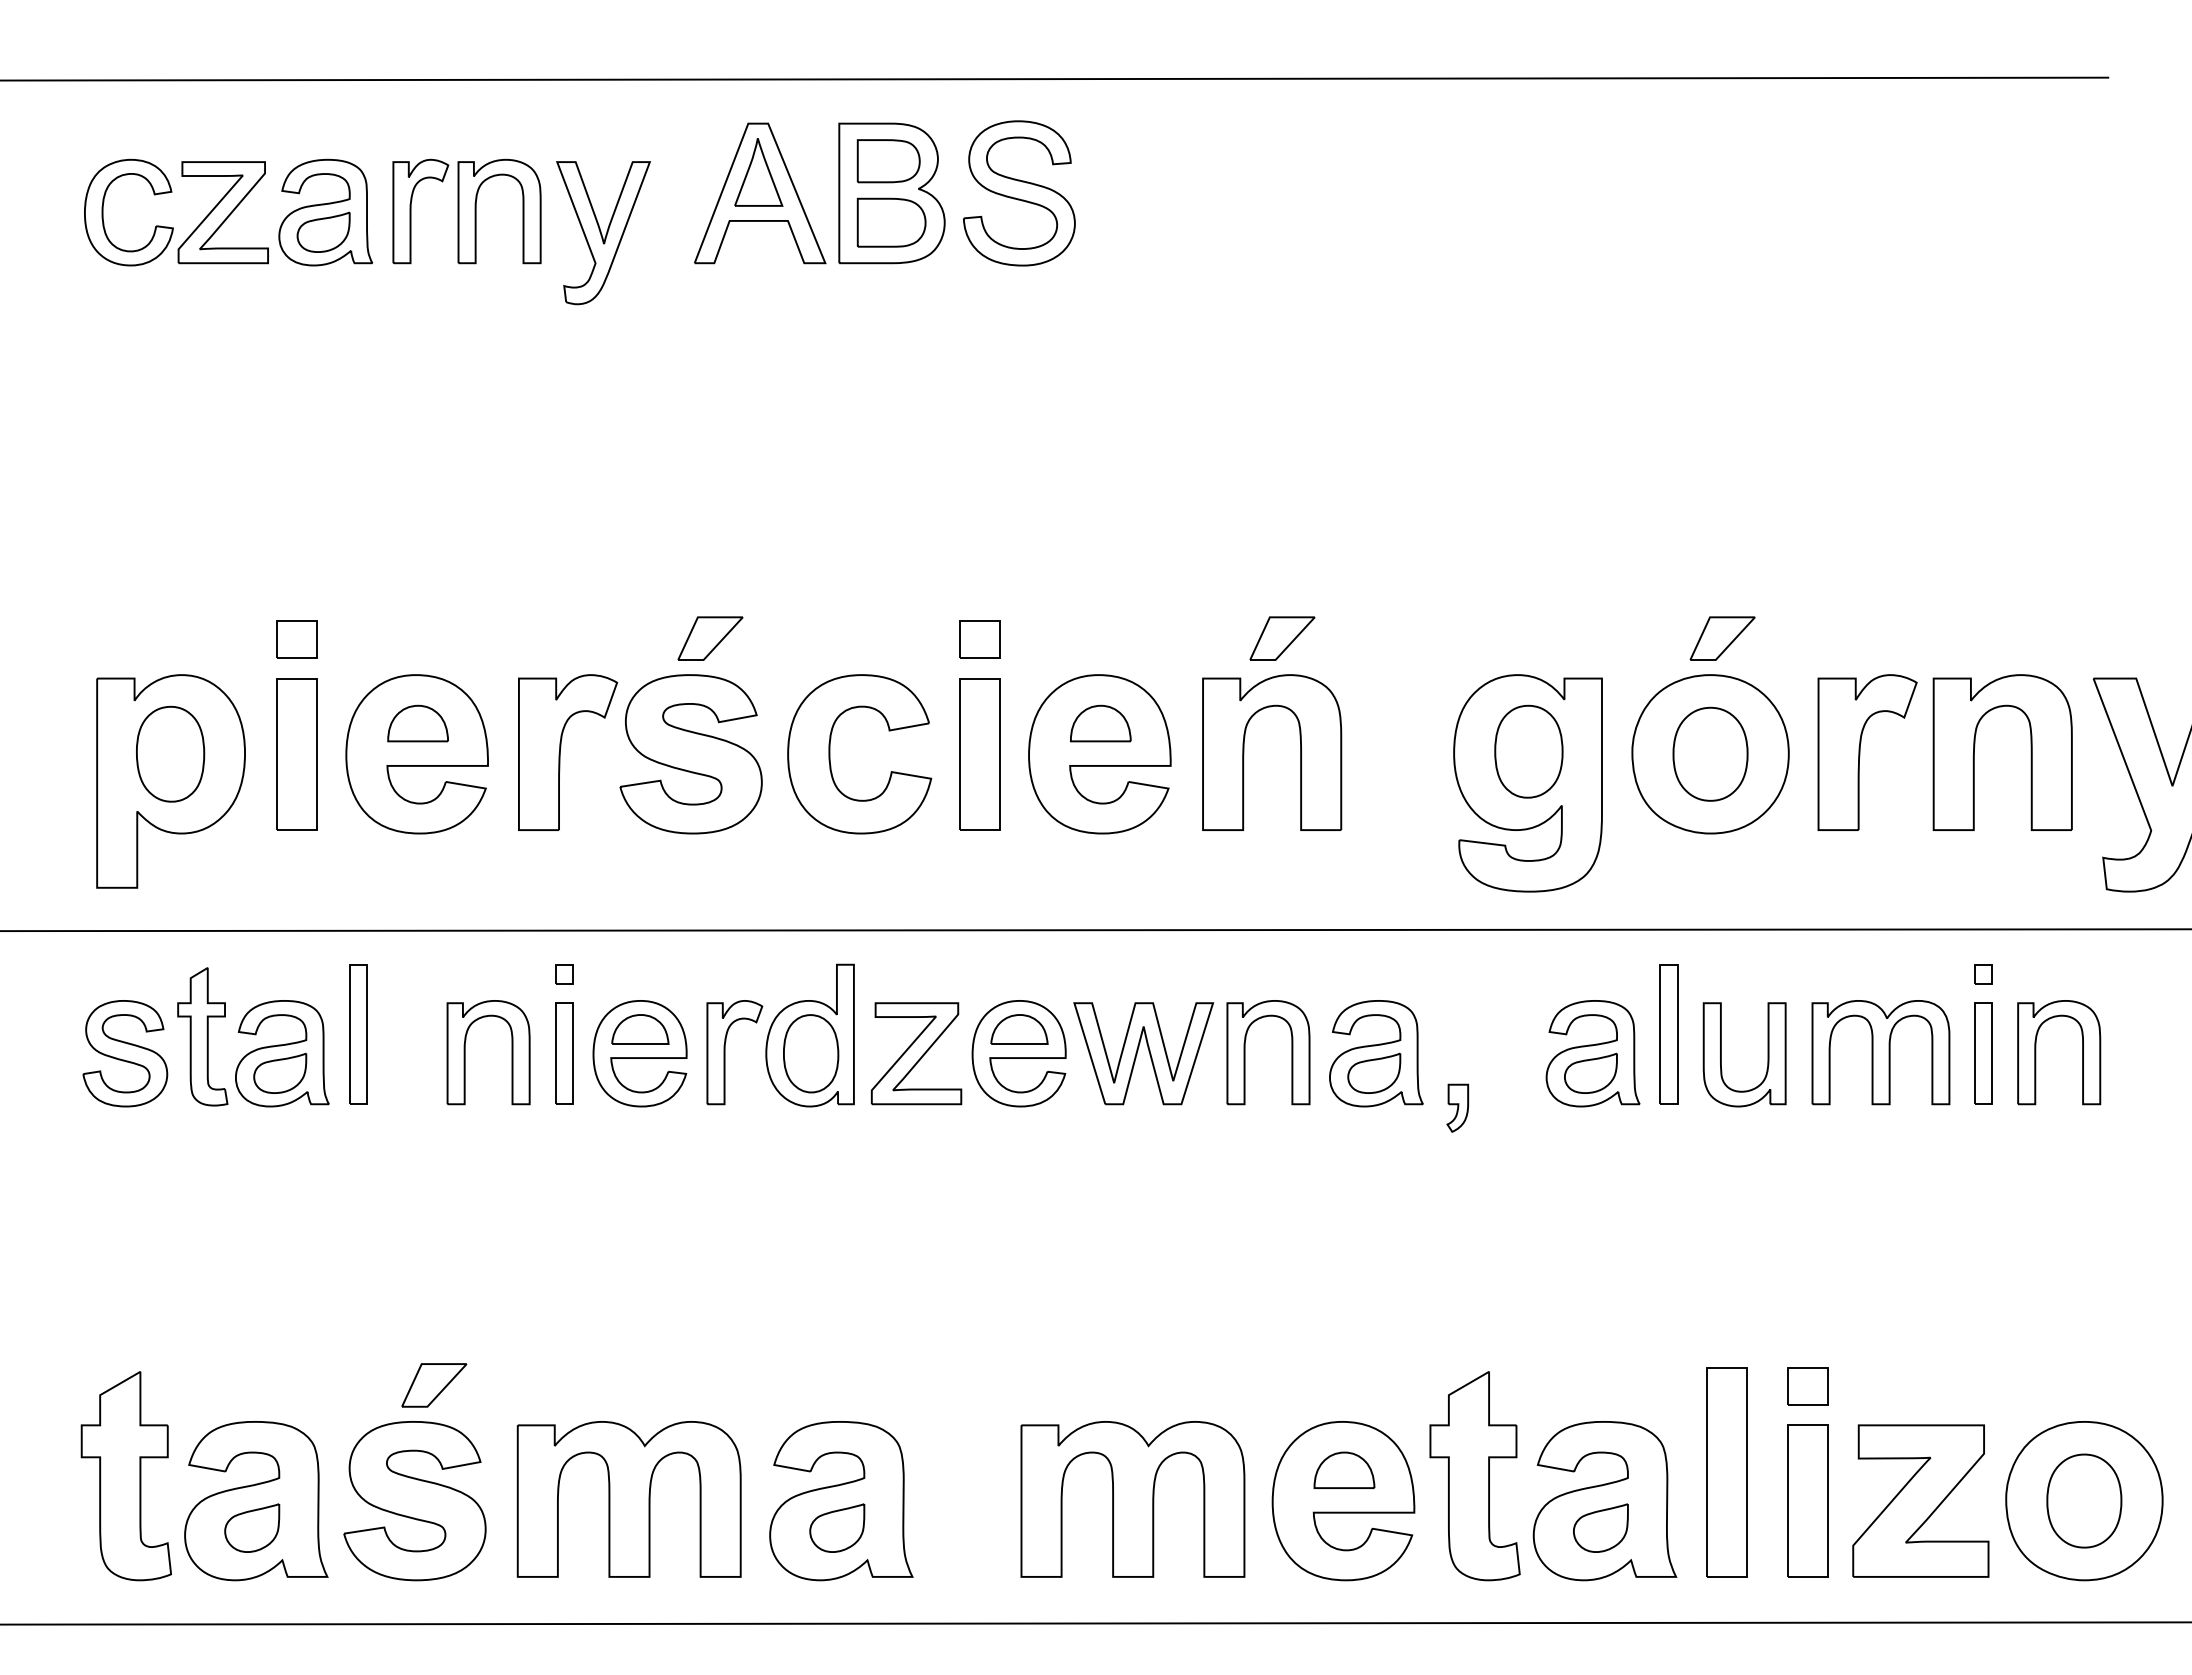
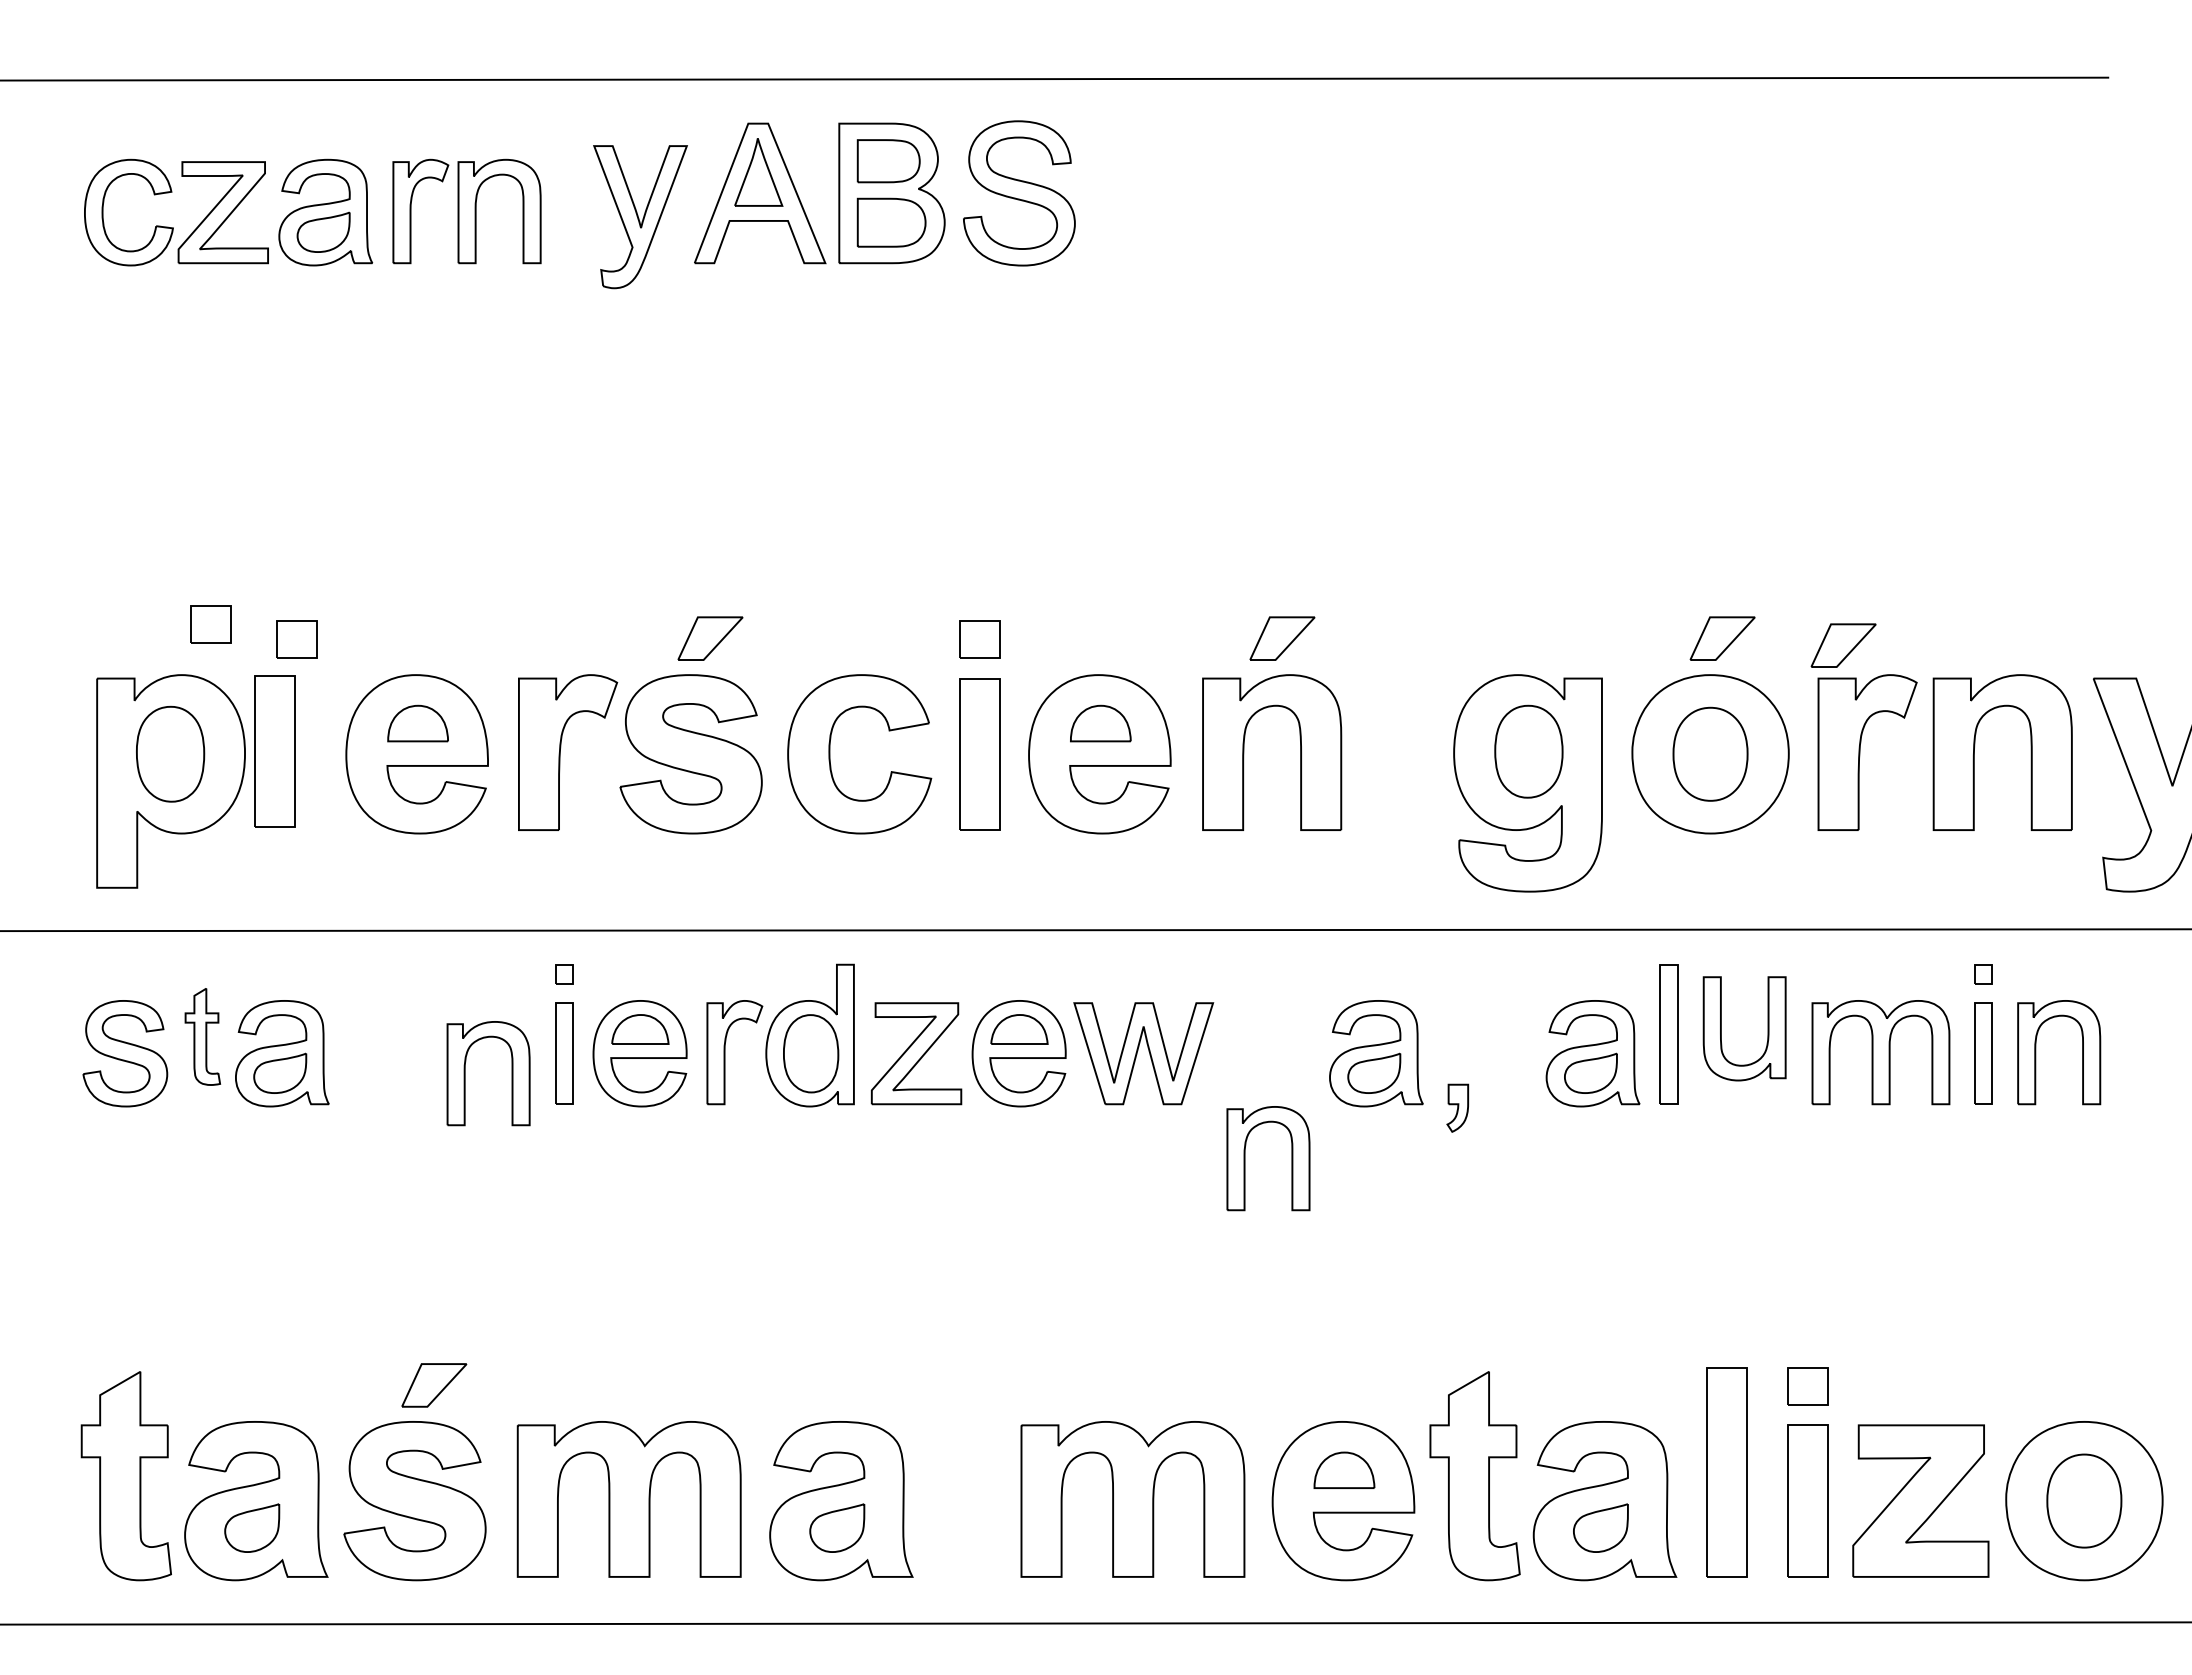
part at (603, 233) position: (603, 233) -> (640, 217)
part at (210, 624): none -> present
part at (1843, 645): none -> present
part at (296, 754) position: (296, 754) -> (274, 751)
part at (358, 1034): present -> none
part at (202, 1036) size: 52x140 px -> 38x98 px
part at (465, 1052) position: (465, 1052) -> (465, 1073)
part at (1245, 1052) position: (1245, 1052) -> (1245, 1158)
part at (1721, 1054) position: (1721, 1054) -> (1721, 1028)
